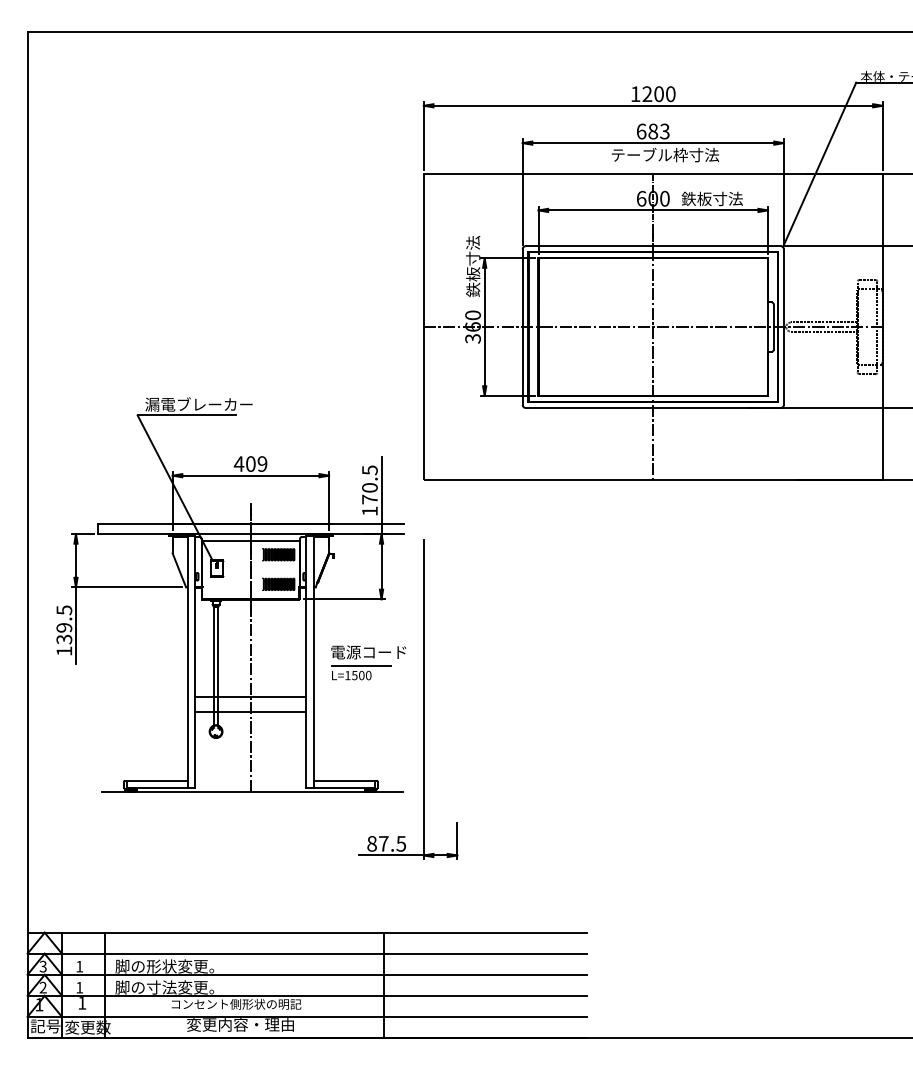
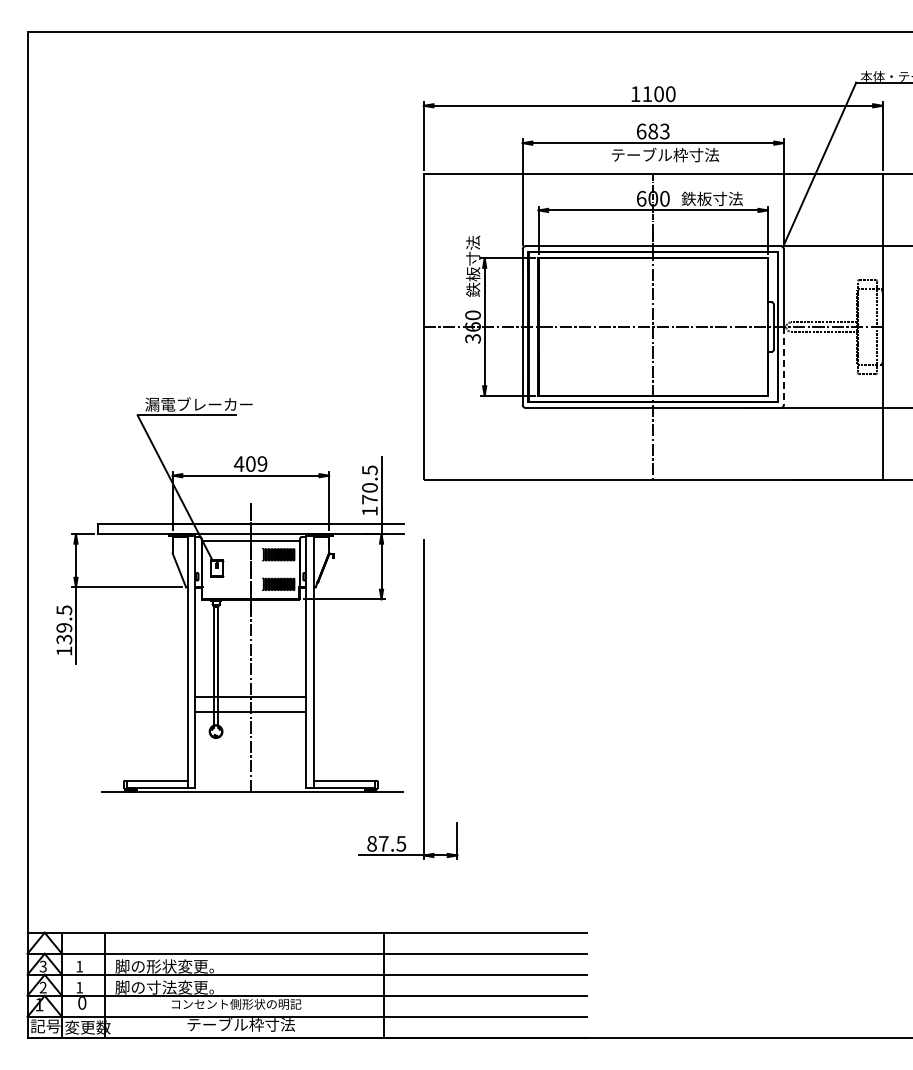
text at (647, 93): 1200 -> 1100
line at (783, 365): solid -> dashed
part at (368, 662): present -> none
text at (82, 1003): 1 -> 0
text at (240, 1024): 変更内容・理由 -> テーブル枠寸法
